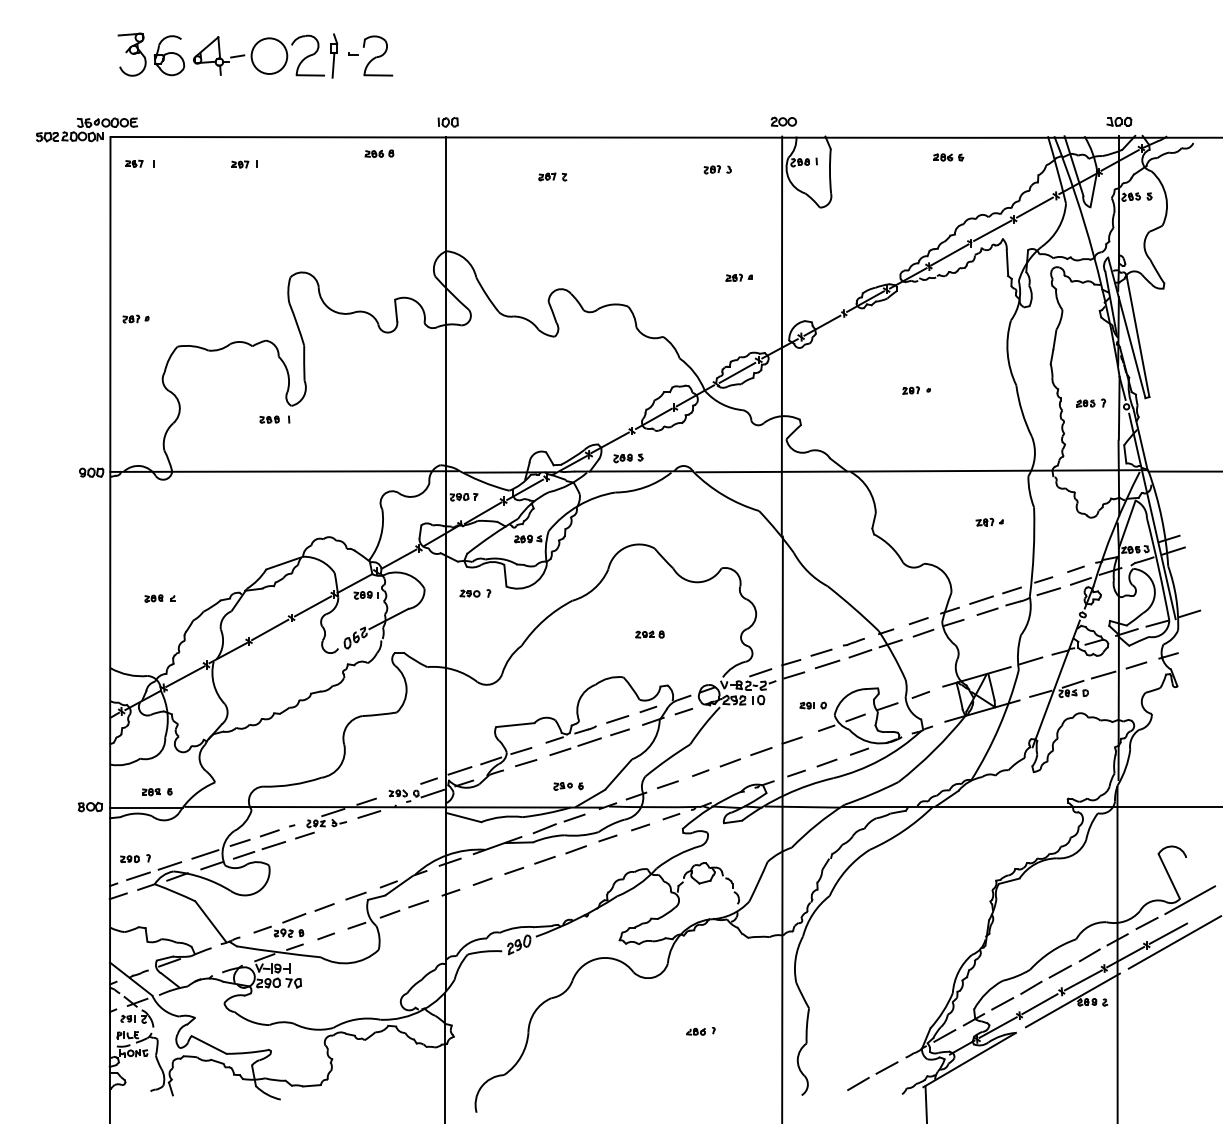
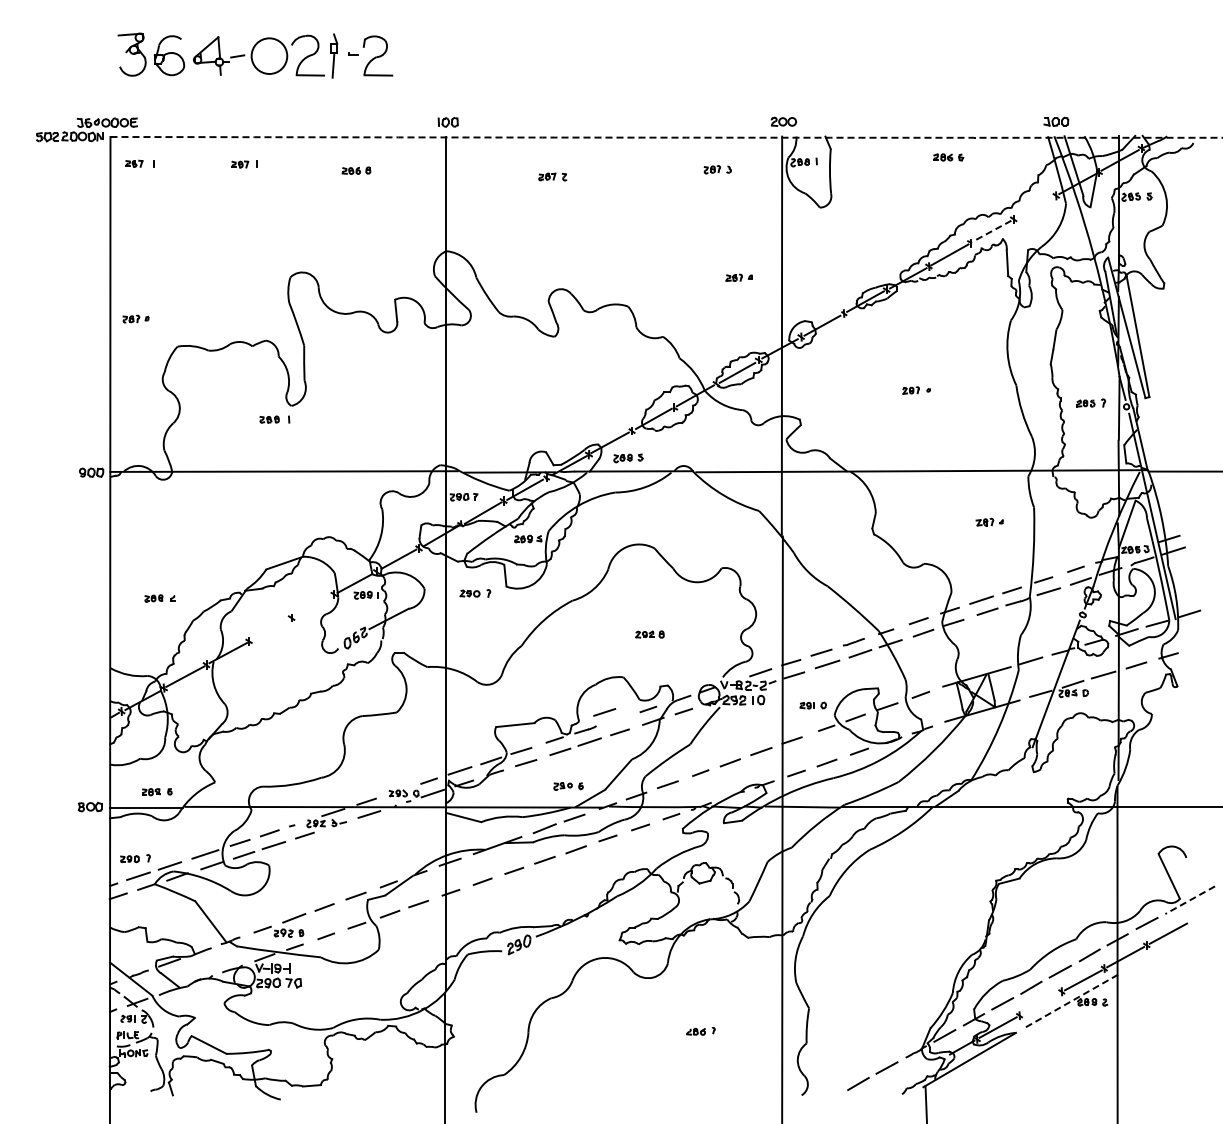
part at (1119, 121) position: (1119, 121) -> (1056, 121)
arc at (667, 137): solid -> dashed
part at (379, 153) position: (379, 153) -> (356, 170)
line at (1034, 207): present -> none
line at (992, 231): solid -> dashed
line at (312, 606): present -> none
line at (270, 629): present -> none
line at (617, 719) position: (617, 719) -> (604, 712)
line at (1189, 900): solid -> dashed
line at (1173, 942): present -> none
line at (1073, 1000): solid -> dashed
line at (1039, 1004): present -> none
